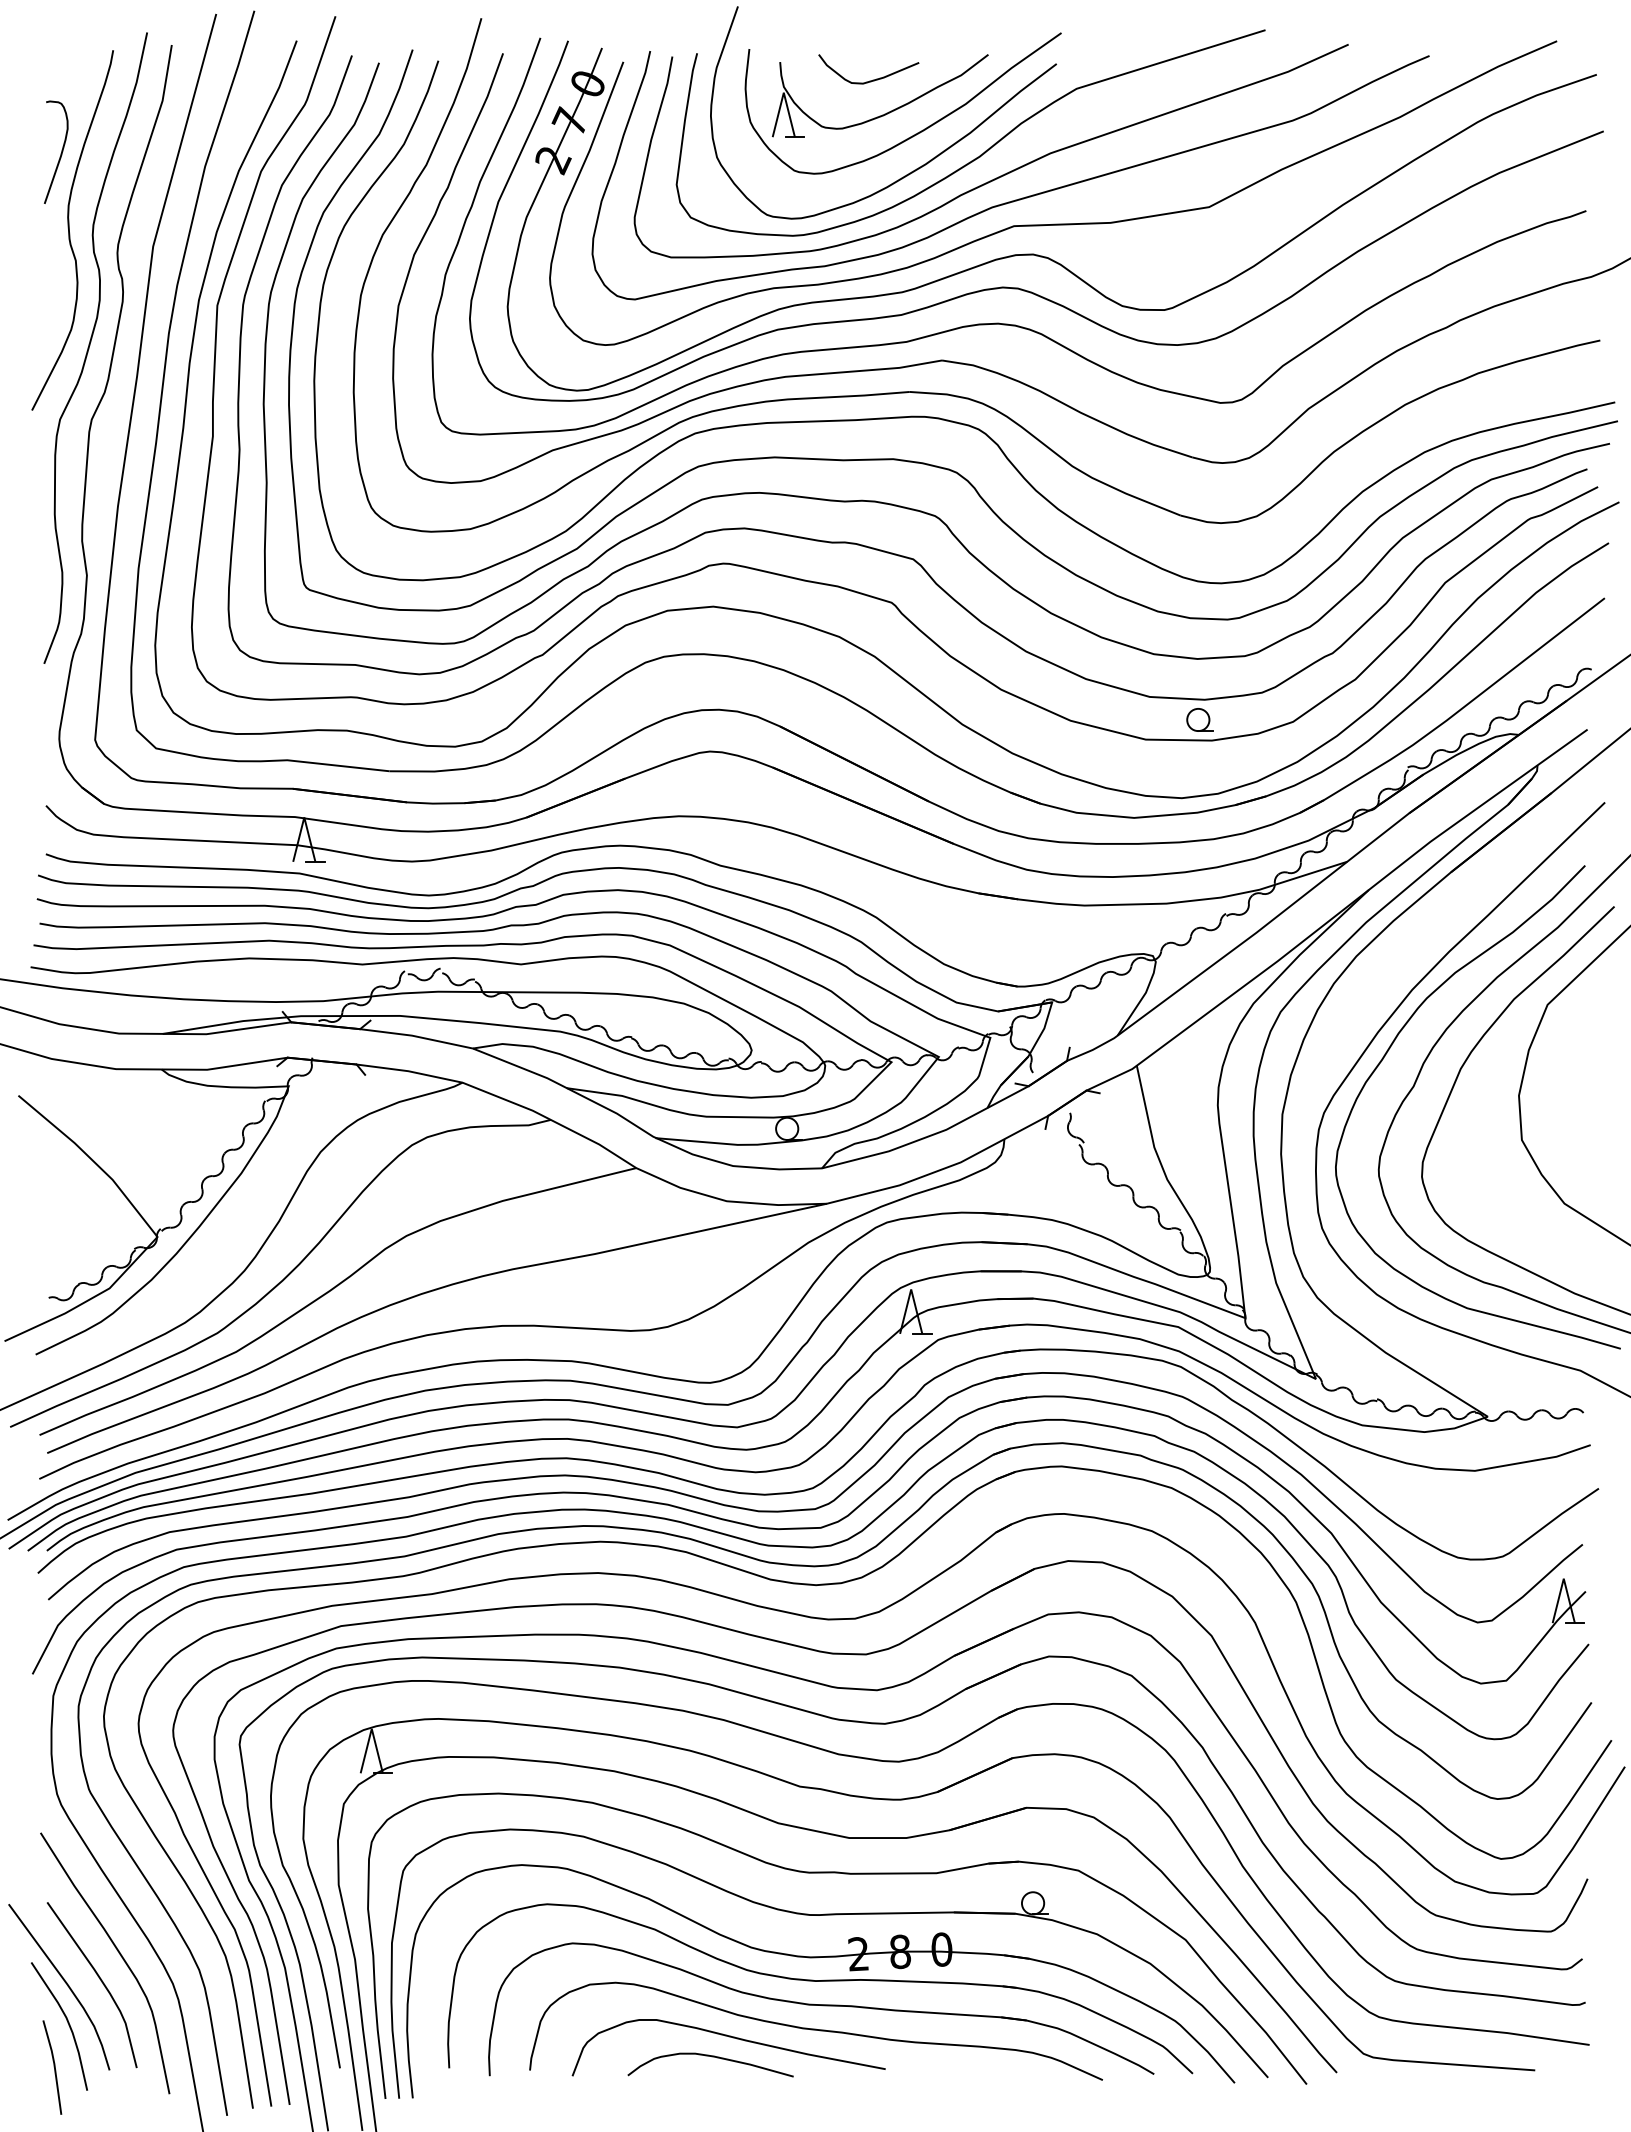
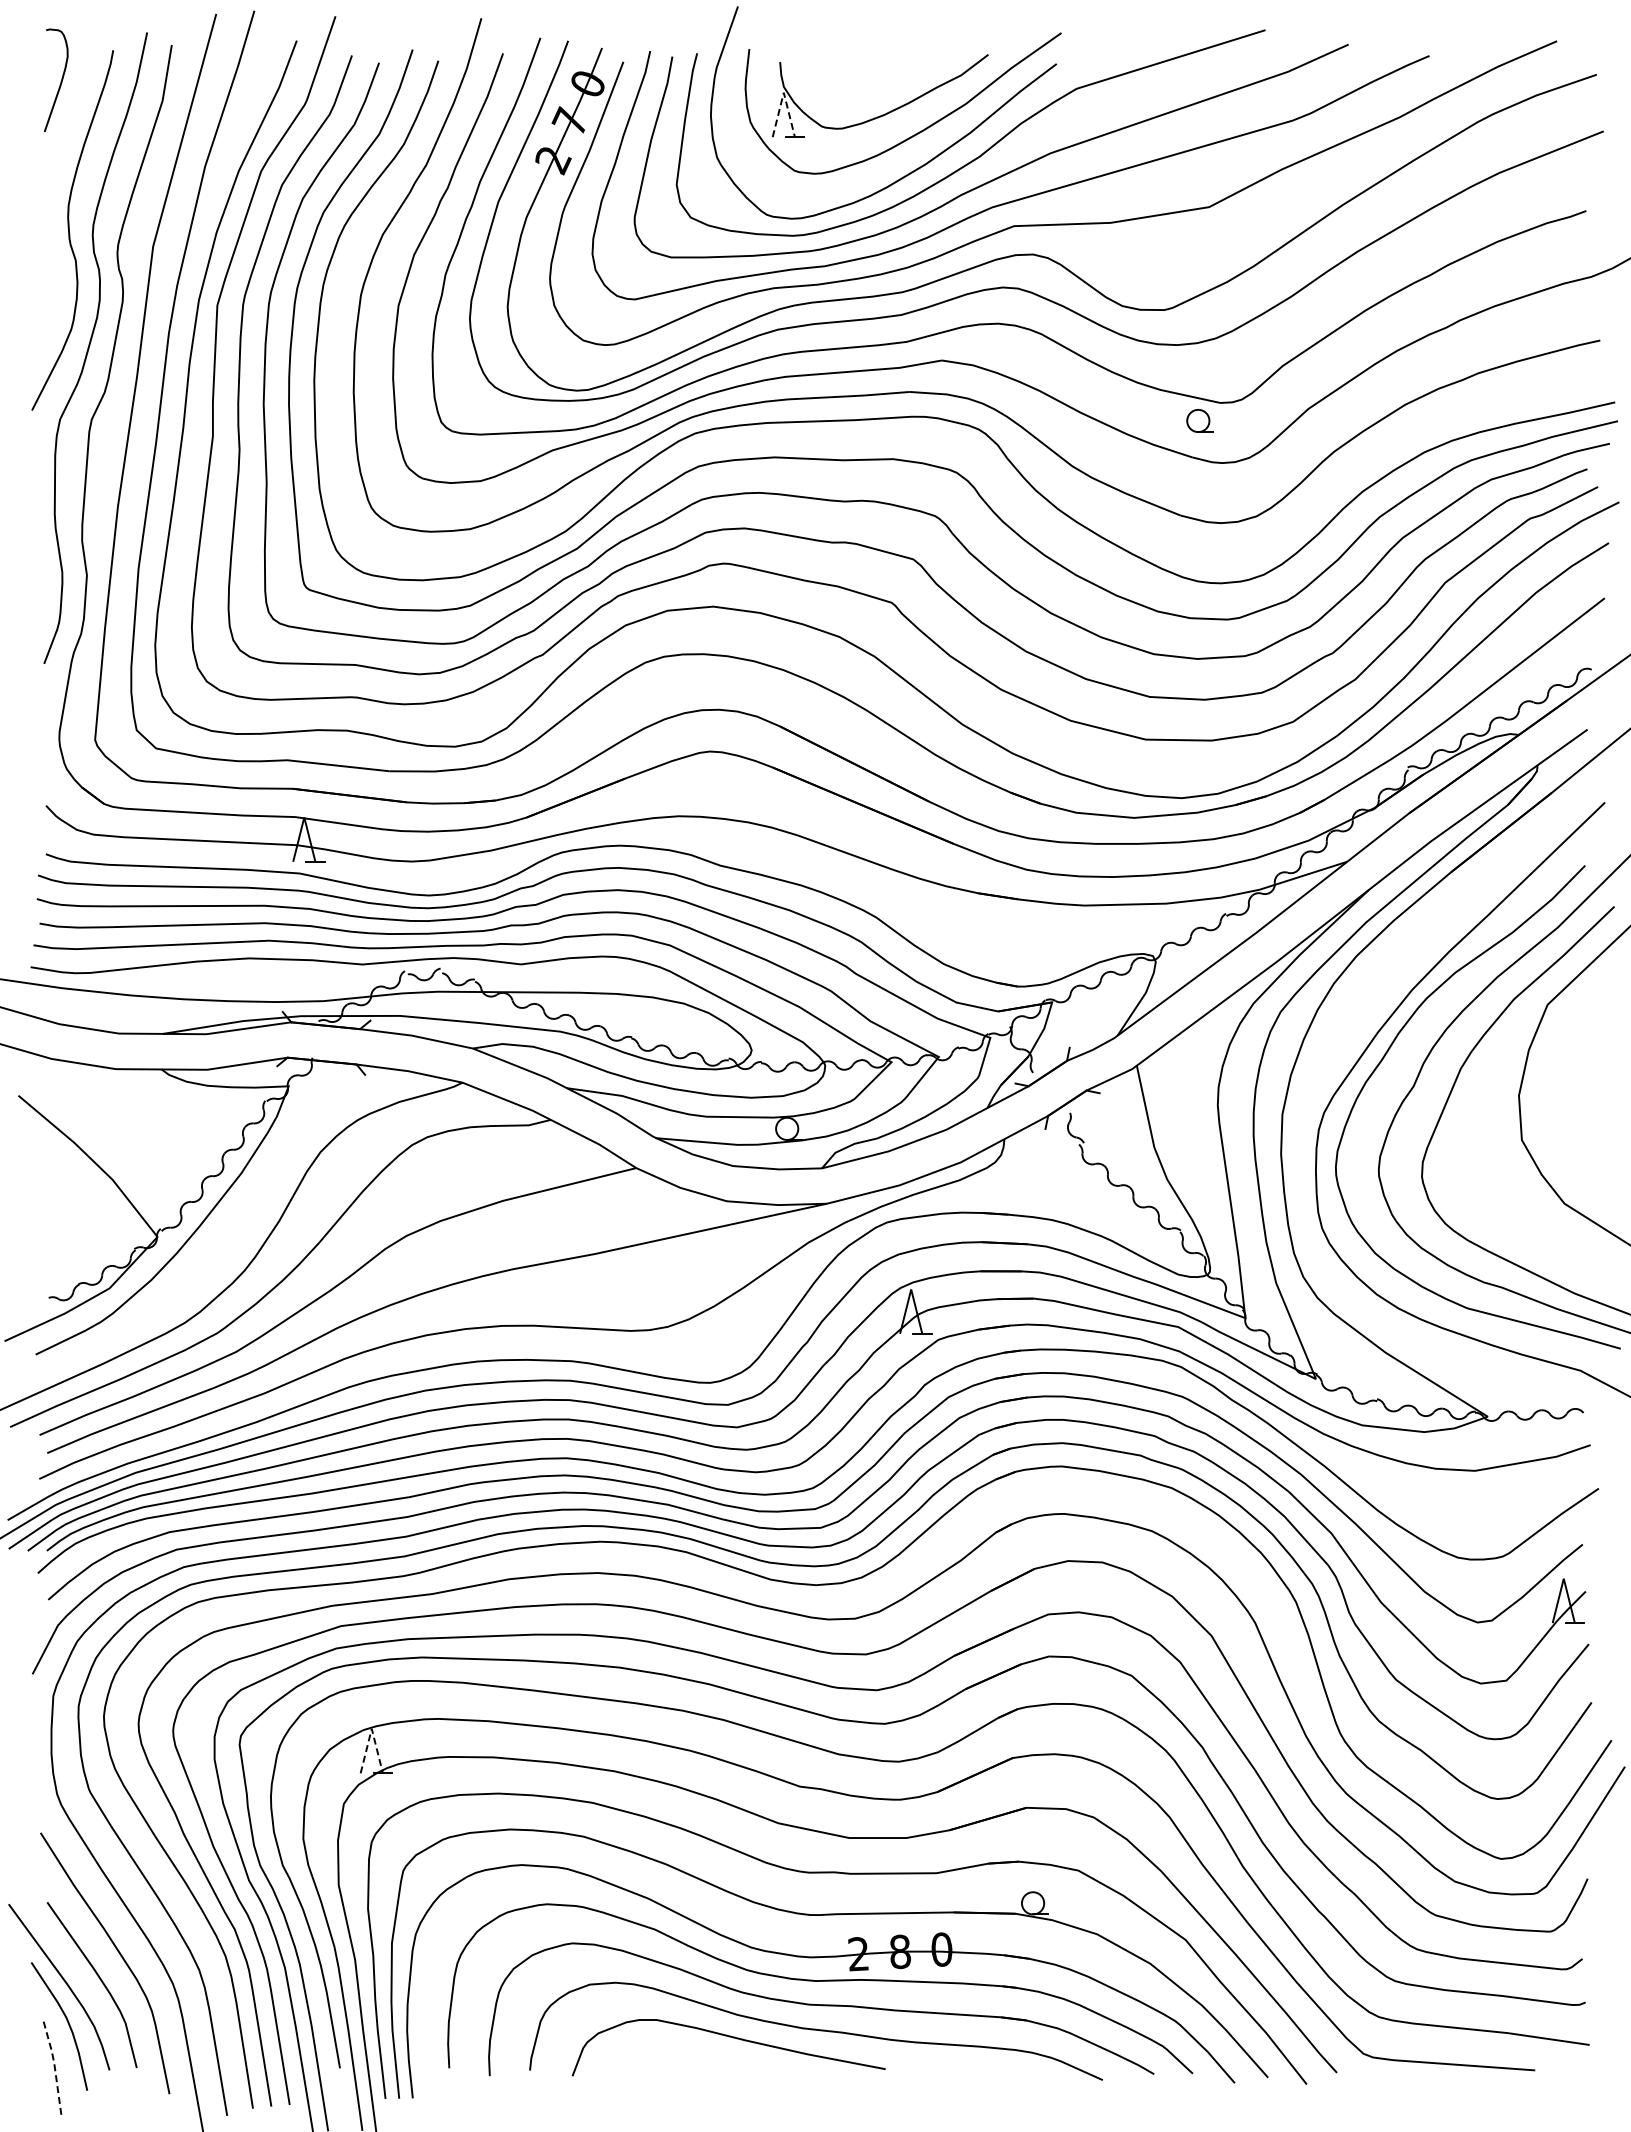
curve at (869, 80): present -> none
line at (783, 92): solid -> dashed
curve at (60, 153) position: (60, 153) -> (60, 81)
part at (1199, 719) position: (1199, 719) -> (1199, 420)
line at (371, 1728): solid -> dashed
curve at (711, 2057): present -> none
line at (54, 2065): solid -> dashed
